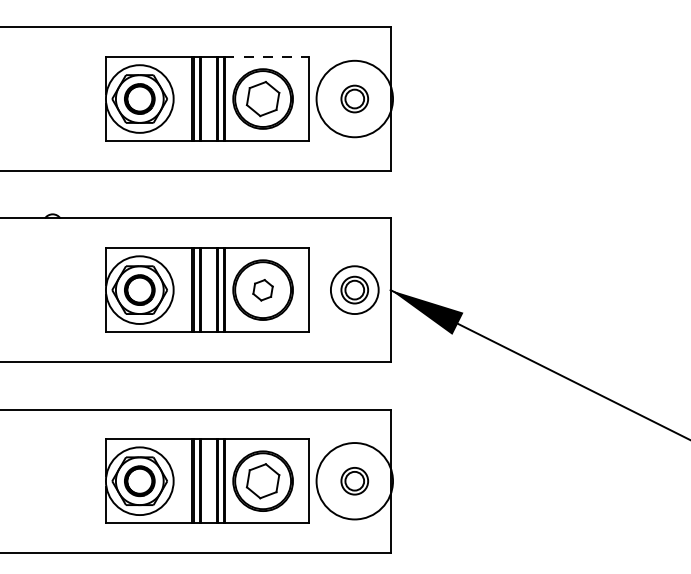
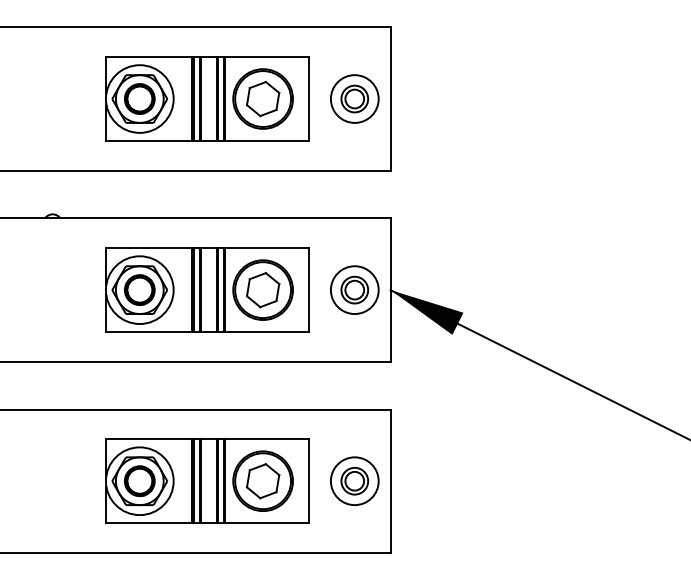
line at (267, 57): dashed -> solid
circle at (354, 98) diameter: 76 px -> 48 px
part at (262, 290) size: 22x23 px -> 36x37 px
circle at (354, 481) diameter: 76 px -> 48 px
